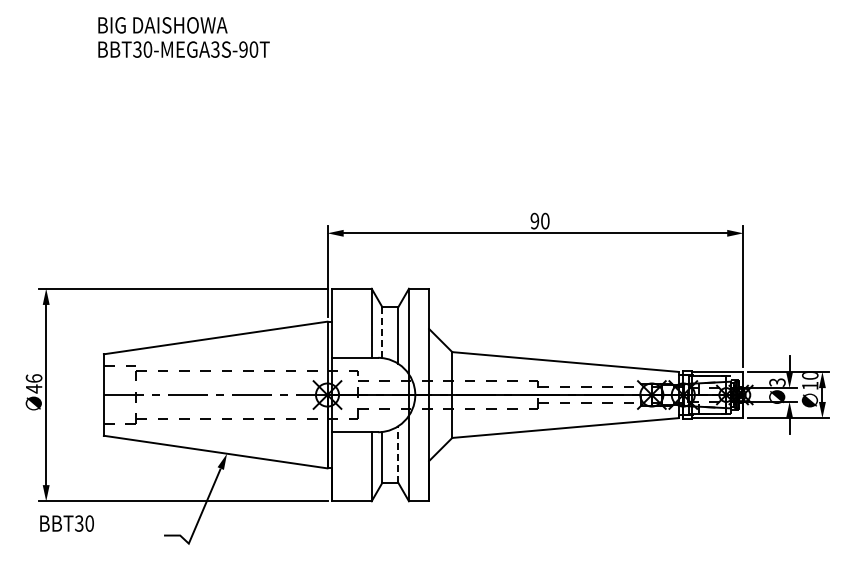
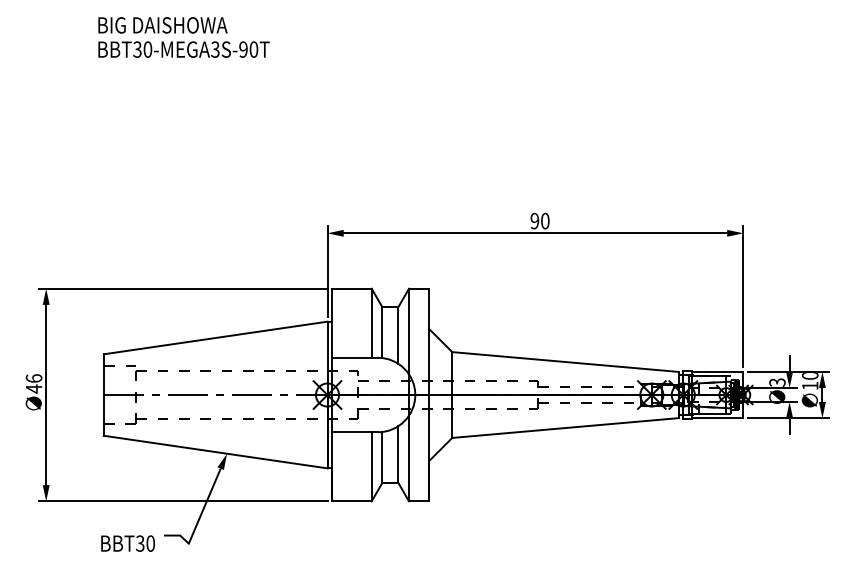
line at (382, 332): dashed -> solid
line at (398, 454): dashed -> solid
text at (66, 523) position: (66, 523) -> (127, 543)
